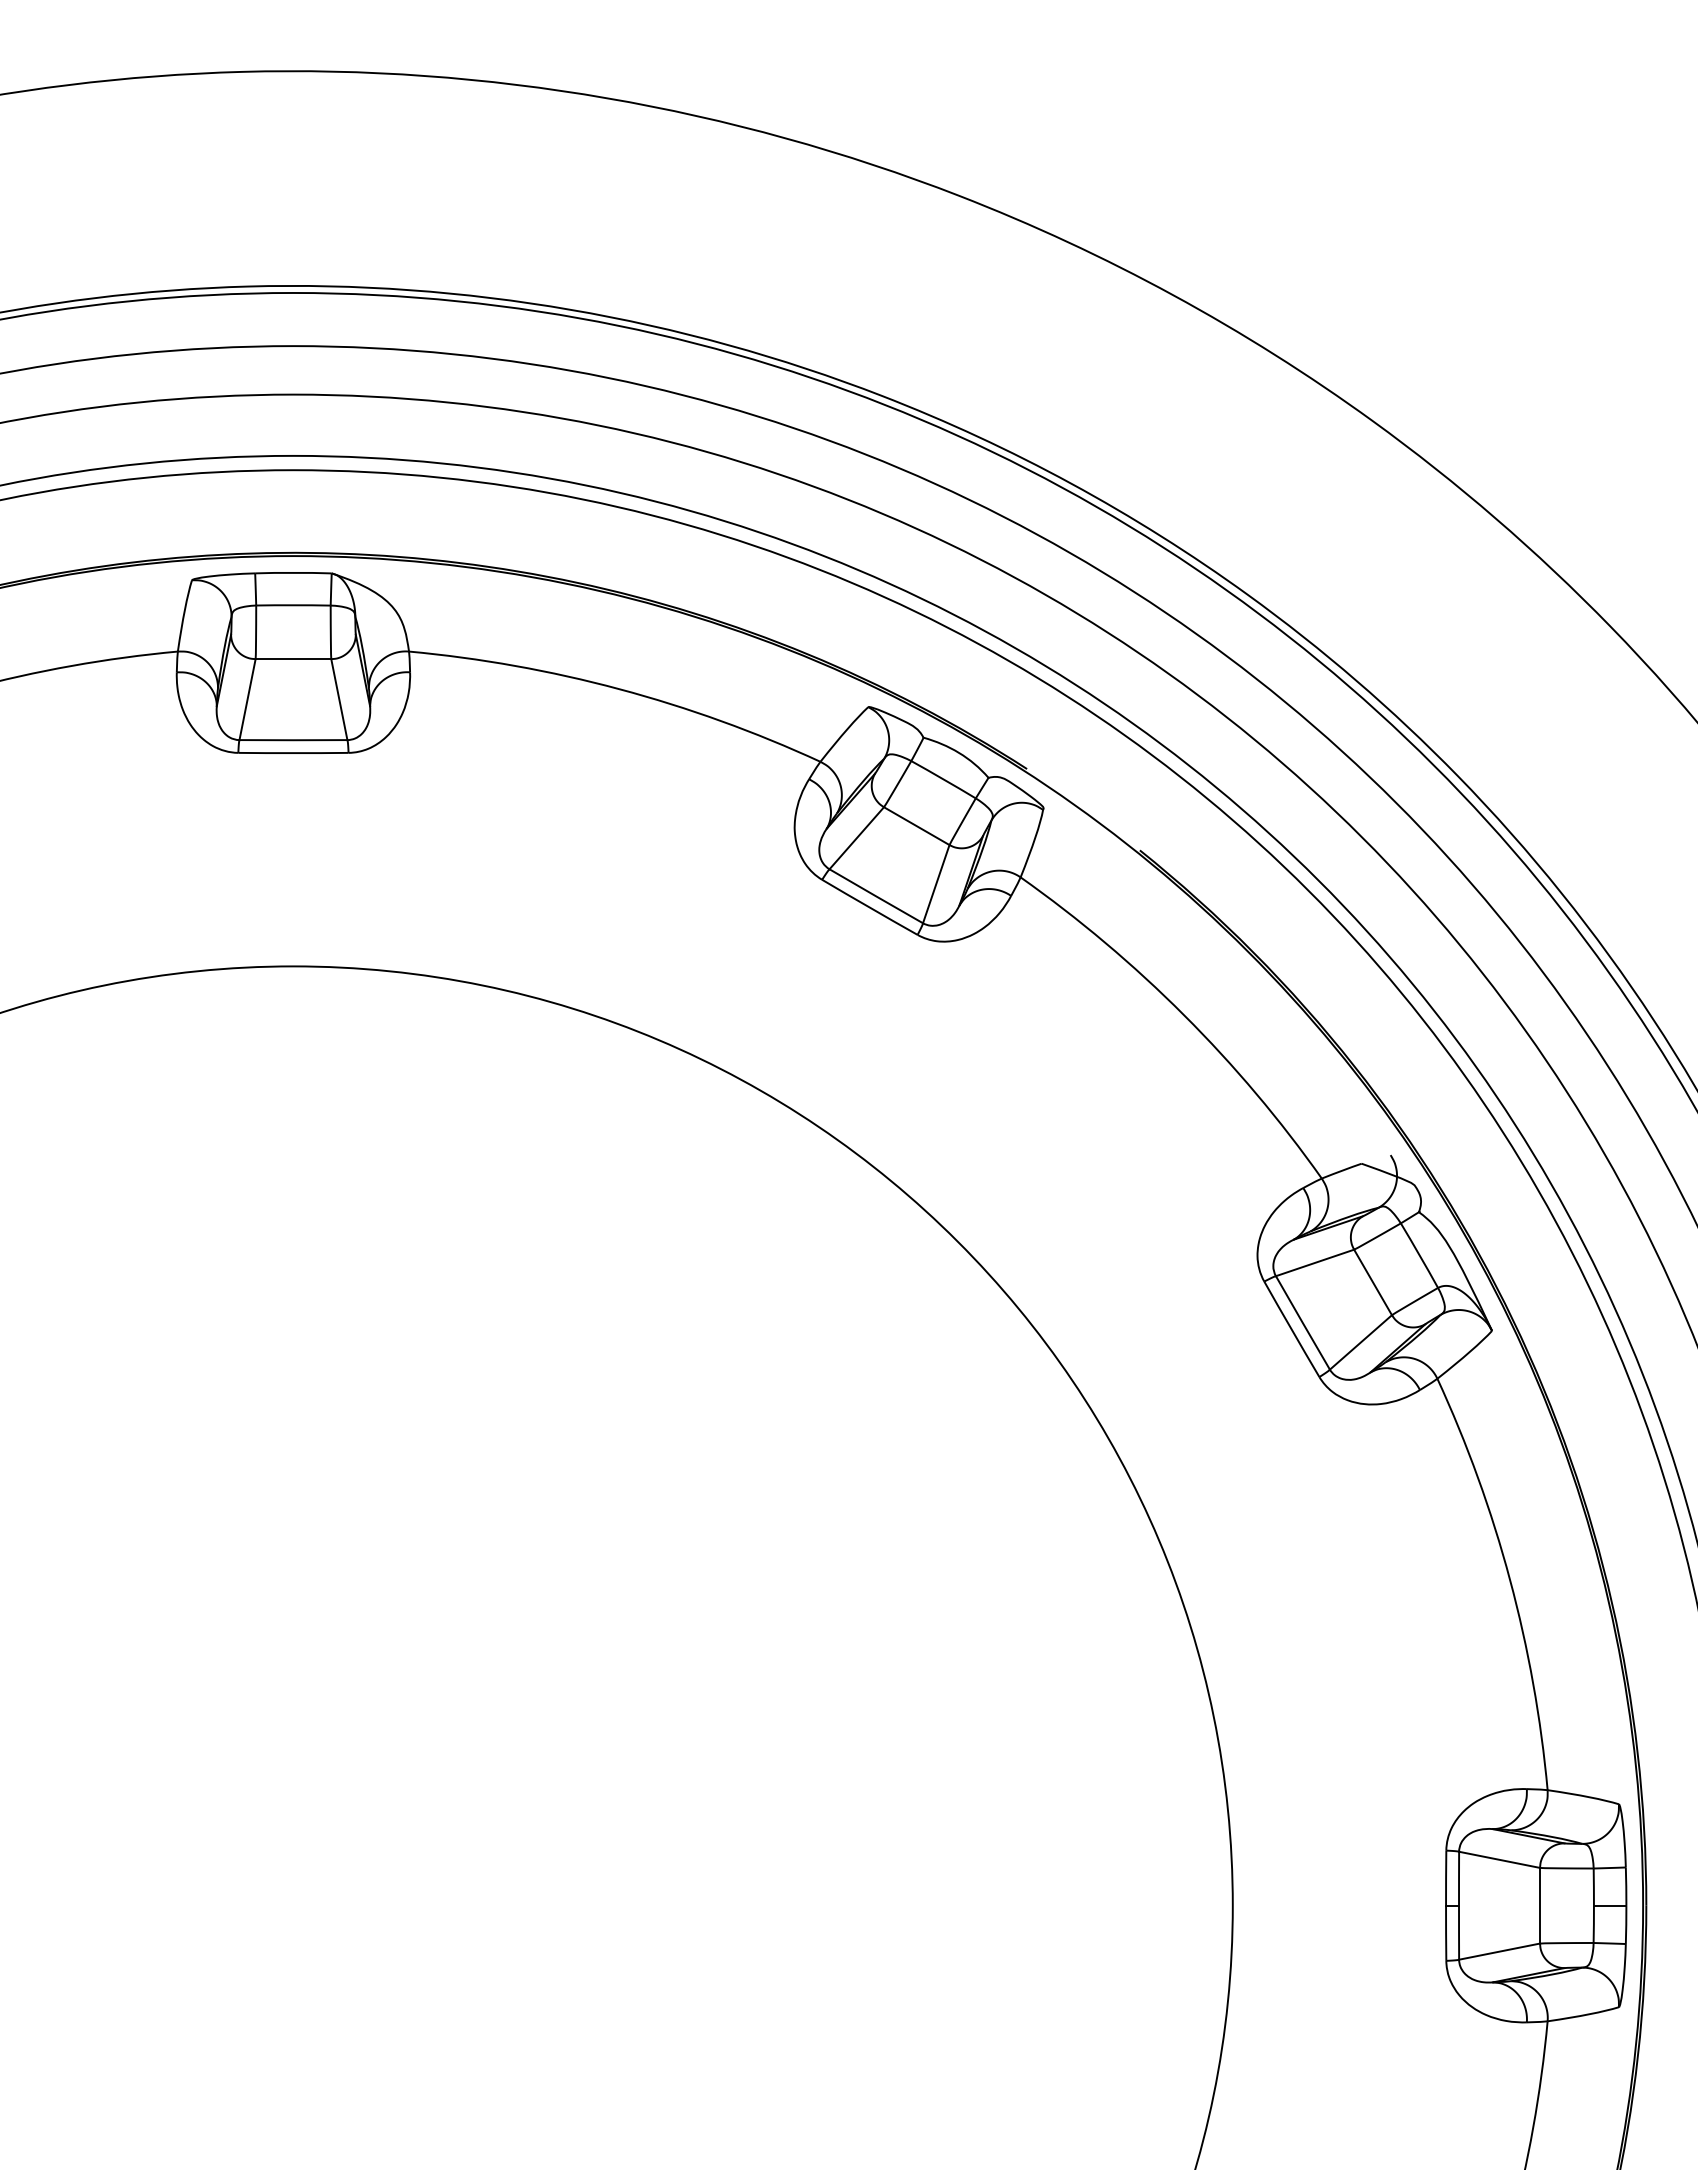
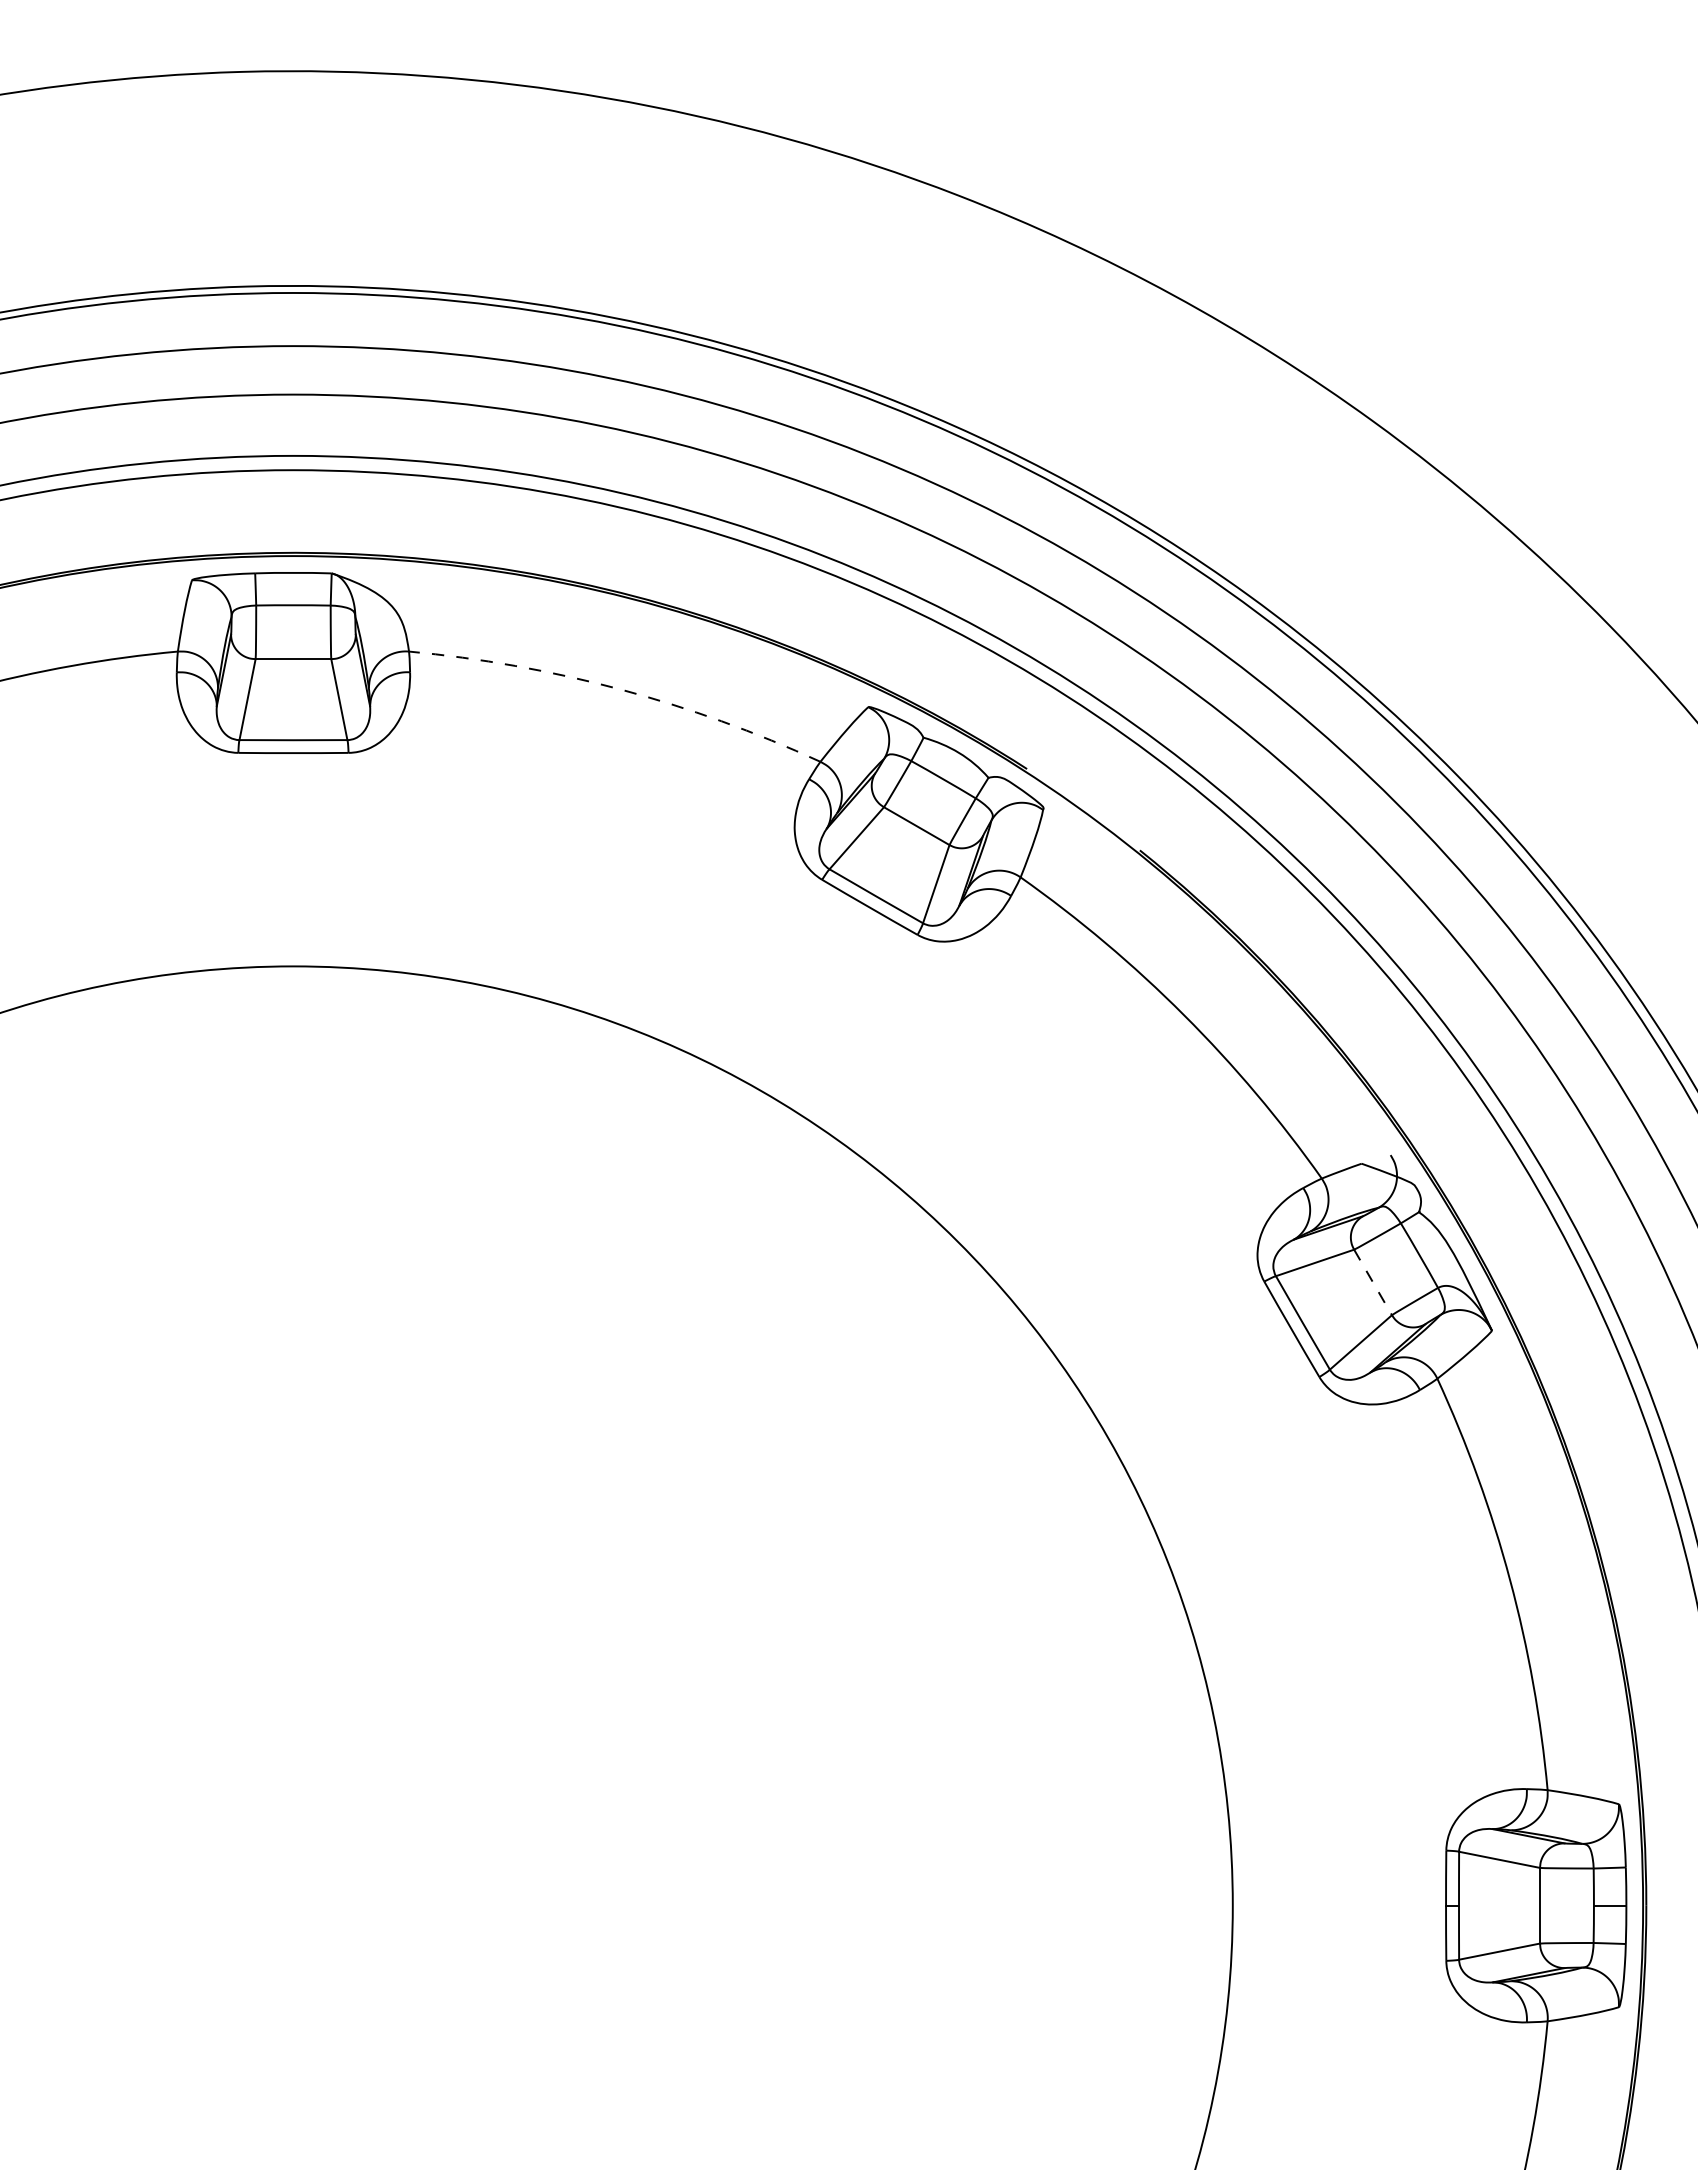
arc at (619, 689): solid -> dashed
line at (1373, 1282): solid -> dashed
